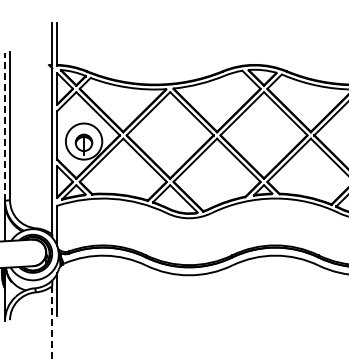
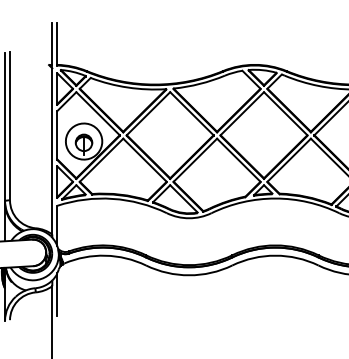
line at (5, 126): dashed -> solid
line at (52, 323): dashed -> solid
